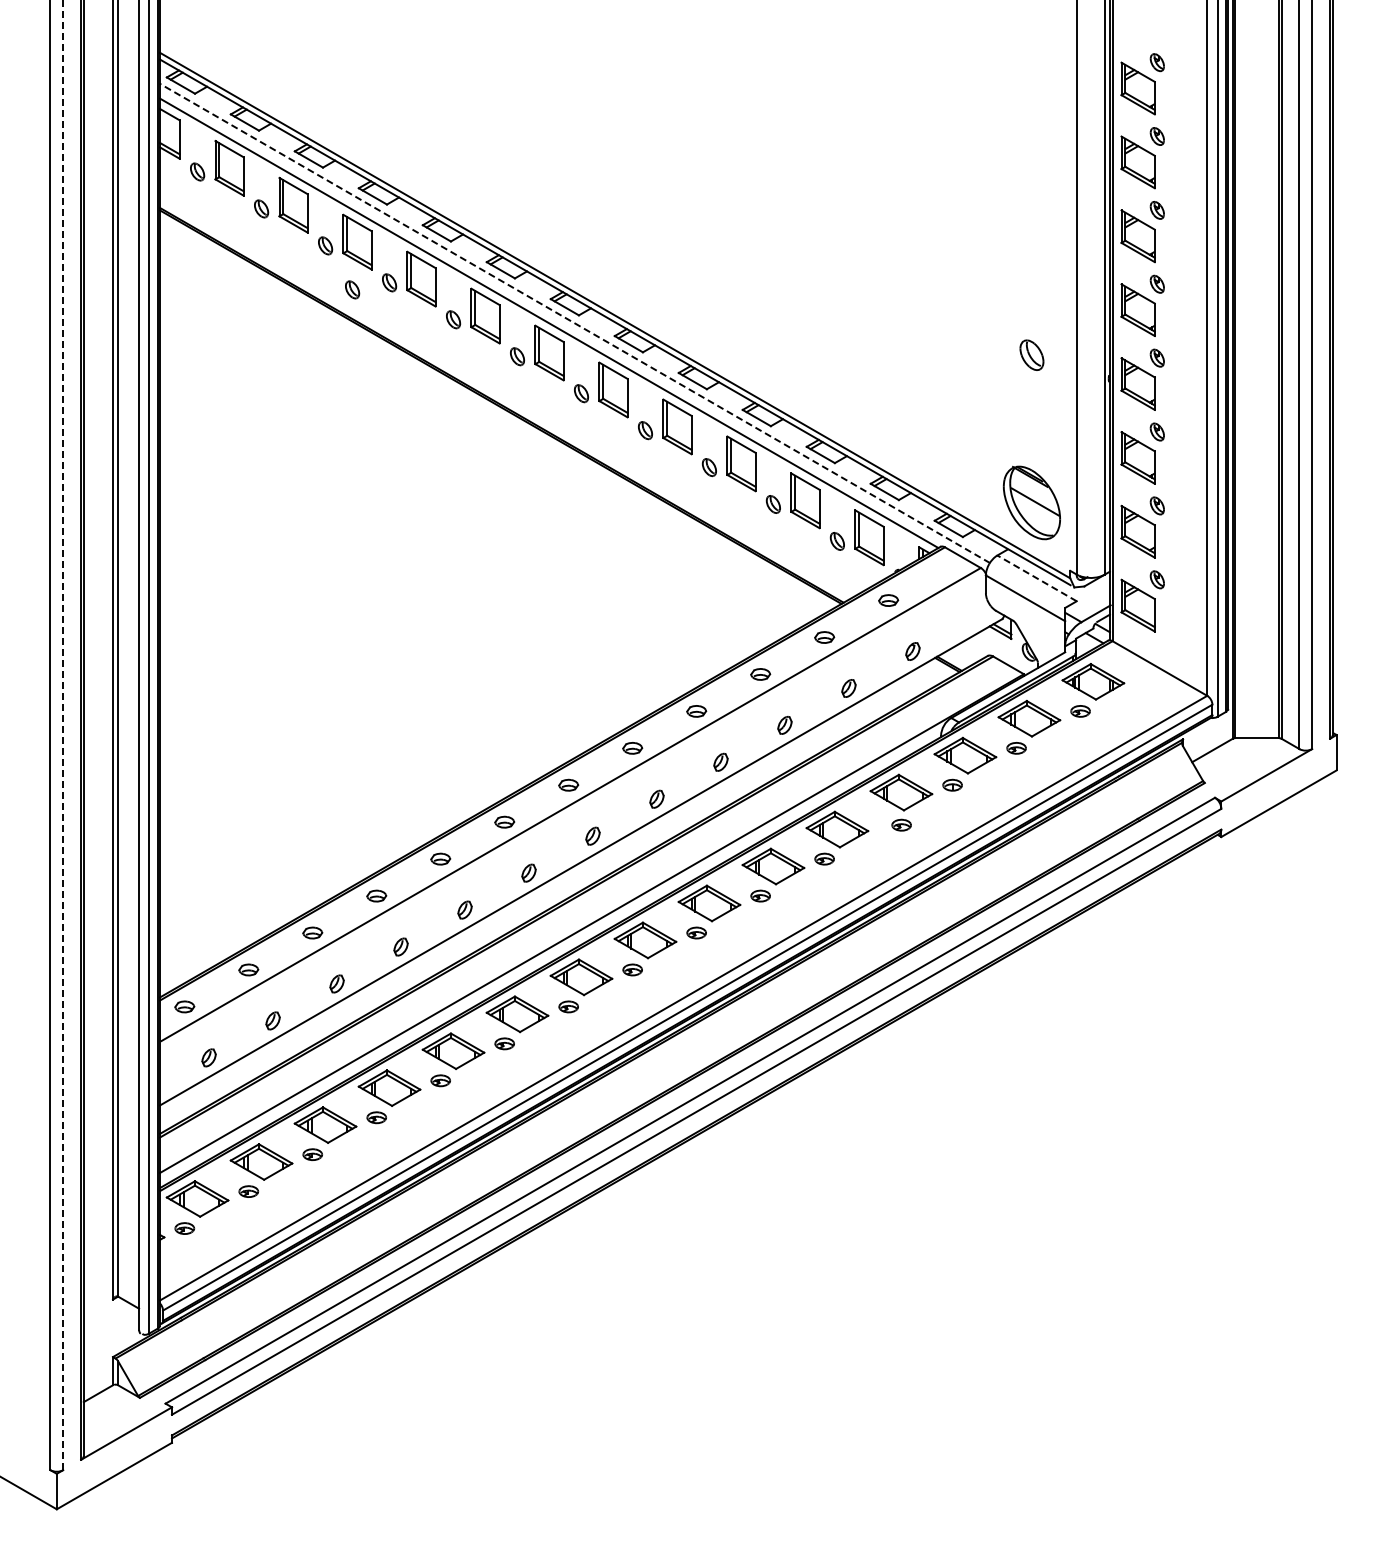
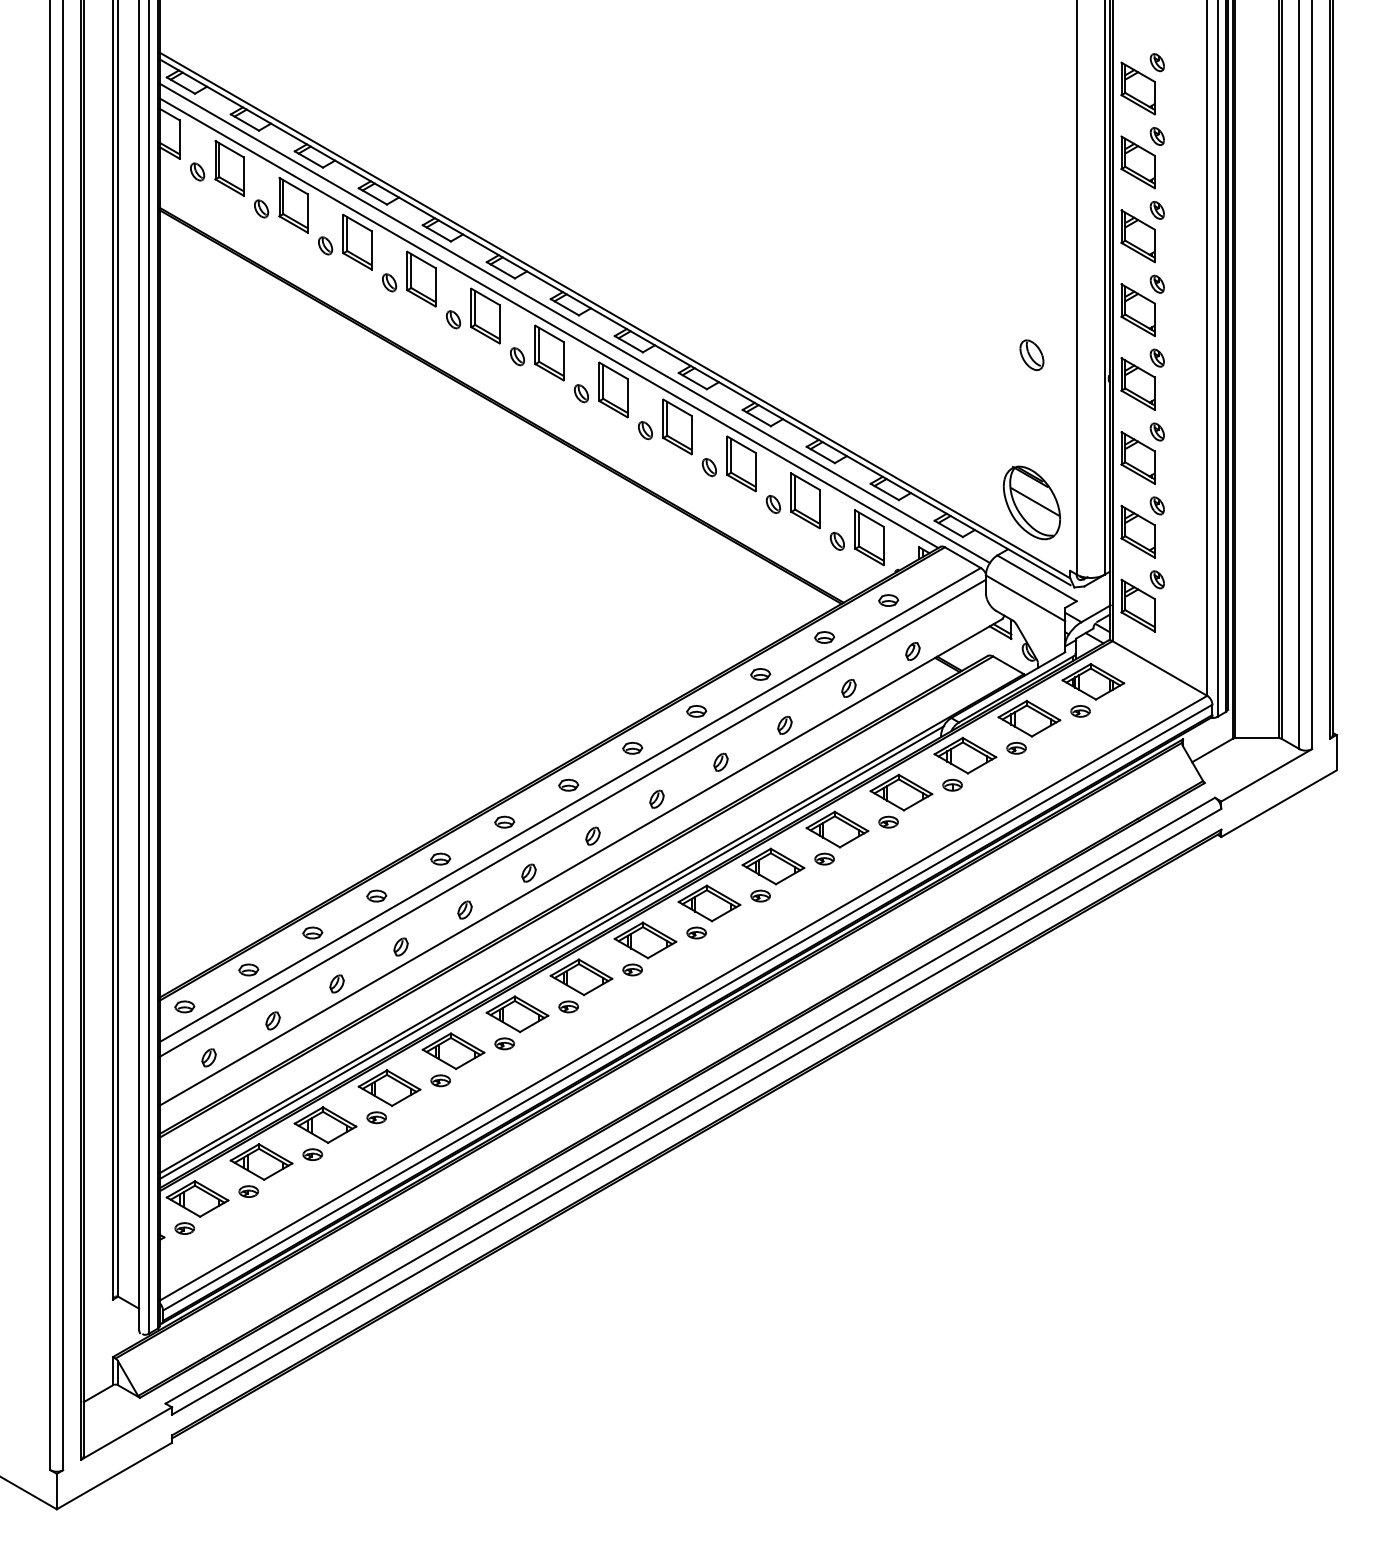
part at (352, 289): present -> none
line at (574, 323): dashed -> solid
line at (1037, 578): dashed -> solid
line at (63, 735): dashed -> solid
line at (572, 817): none -> present
part at (901, 824) position: (901, 824) -> (888, 821)
line at (552, 952): none -> present
